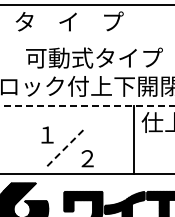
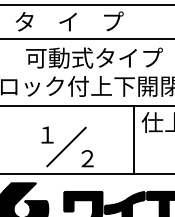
line at (86, 38): none -> present
line at (87, 106): dashed -> solid
line at (66, 146): dashed -> solid
